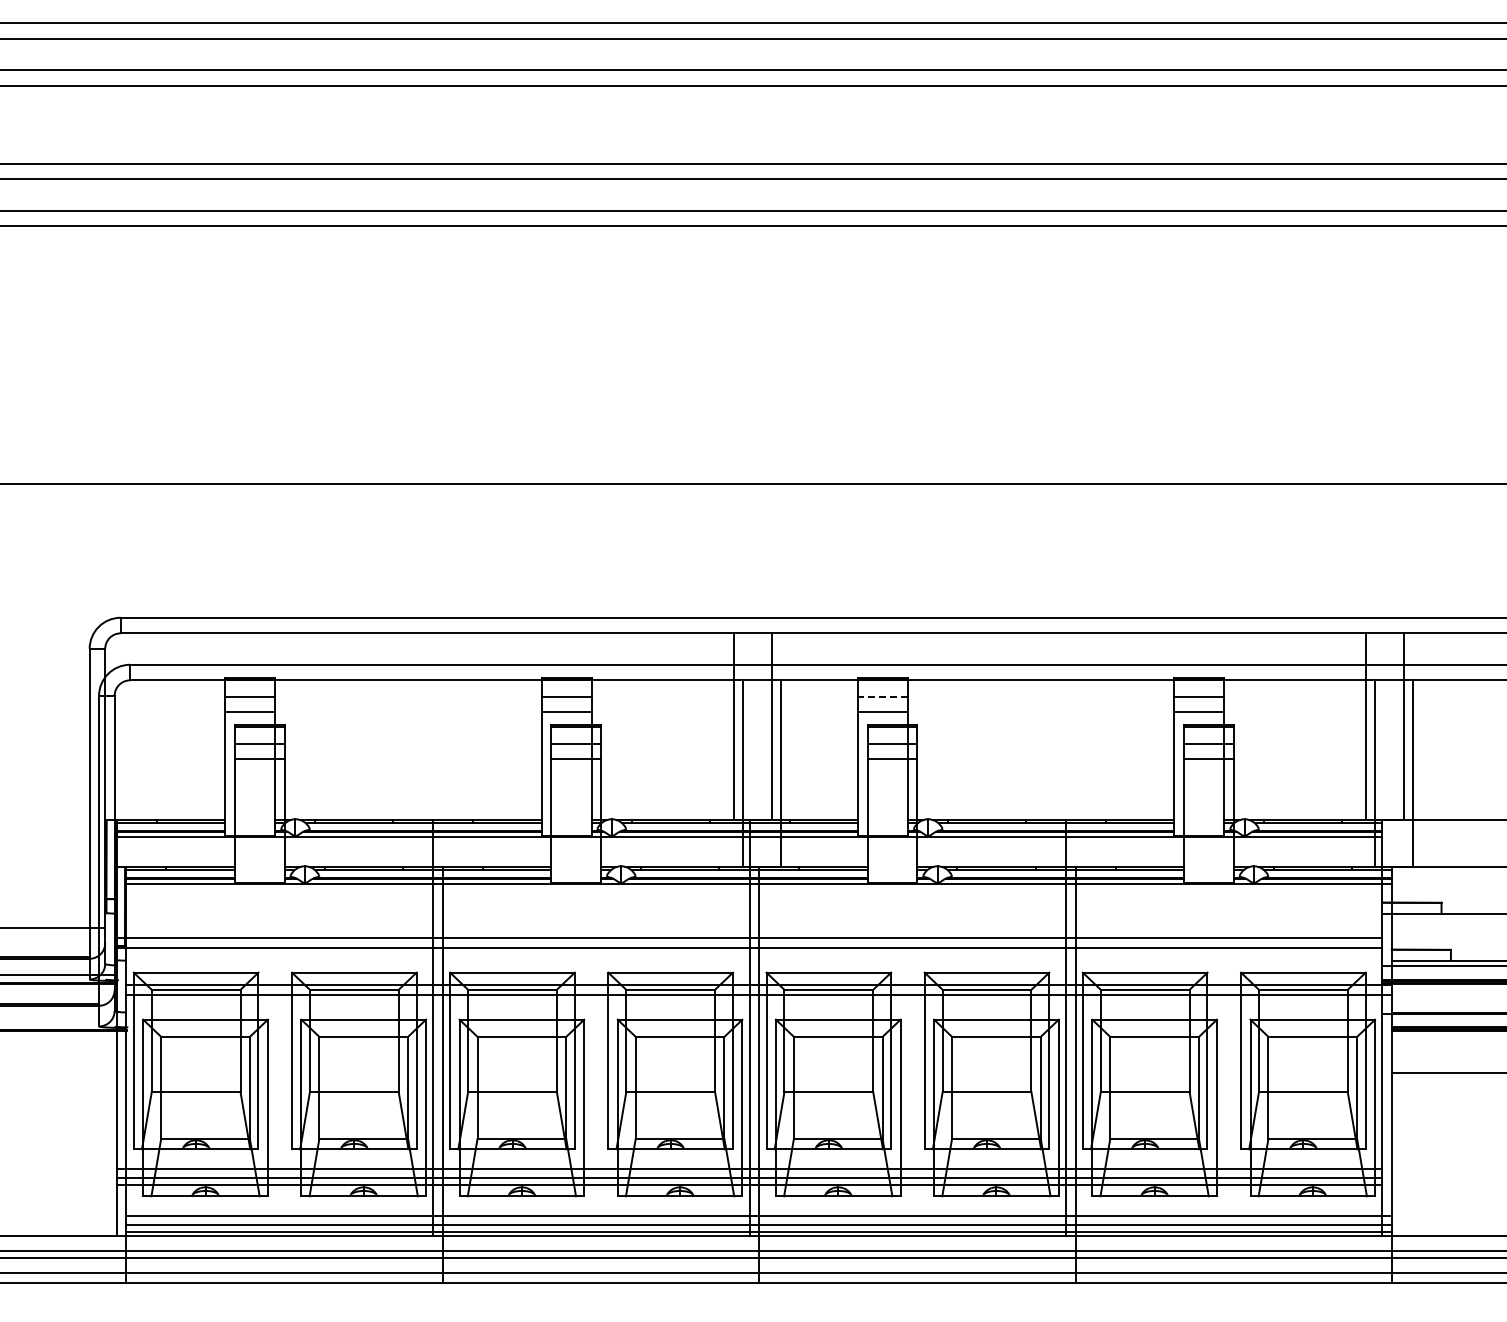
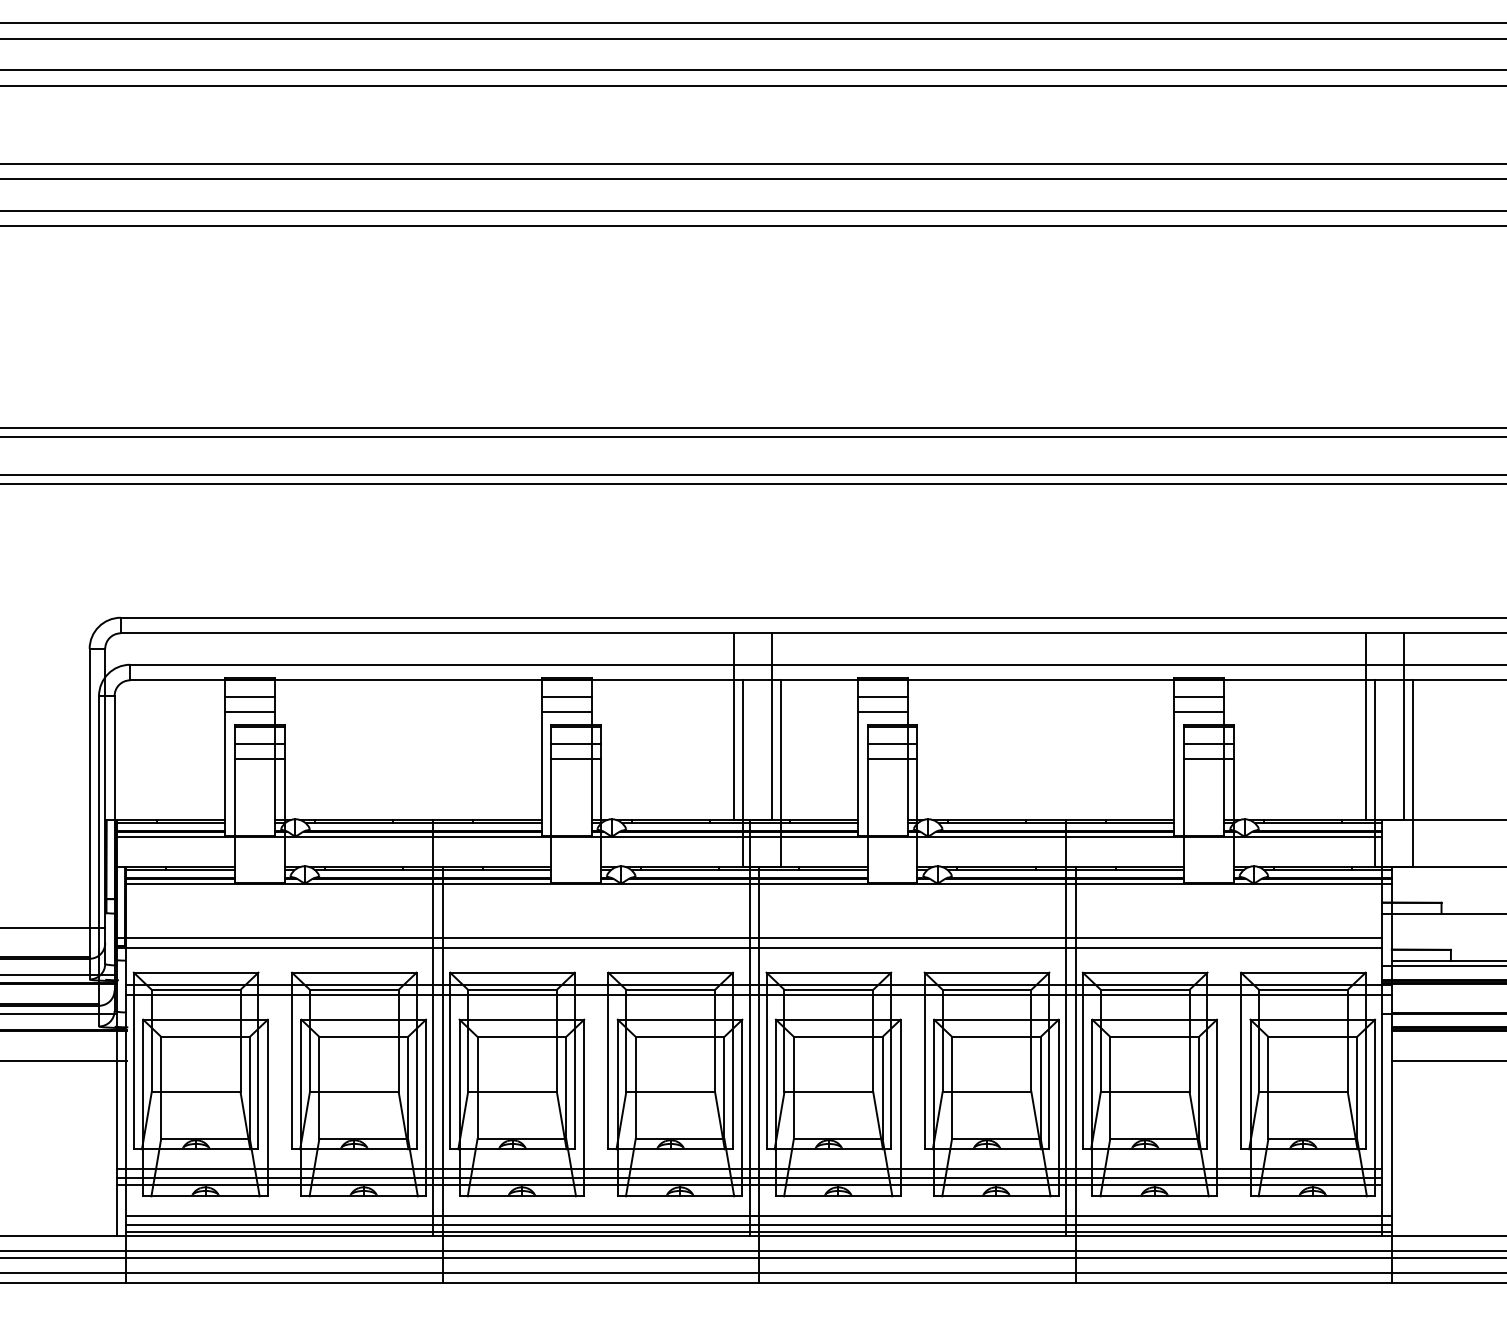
line at (752, 427): none -> present
line at (752, 437): none -> present
line at (752, 474): none -> present
line at (883, 697): dashed -> solid
line at (59, 1013): none -> present
line at (64, 1060): none -> present
line at (1447, 1072) position: (1447, 1072) -> (1447, 1060)
